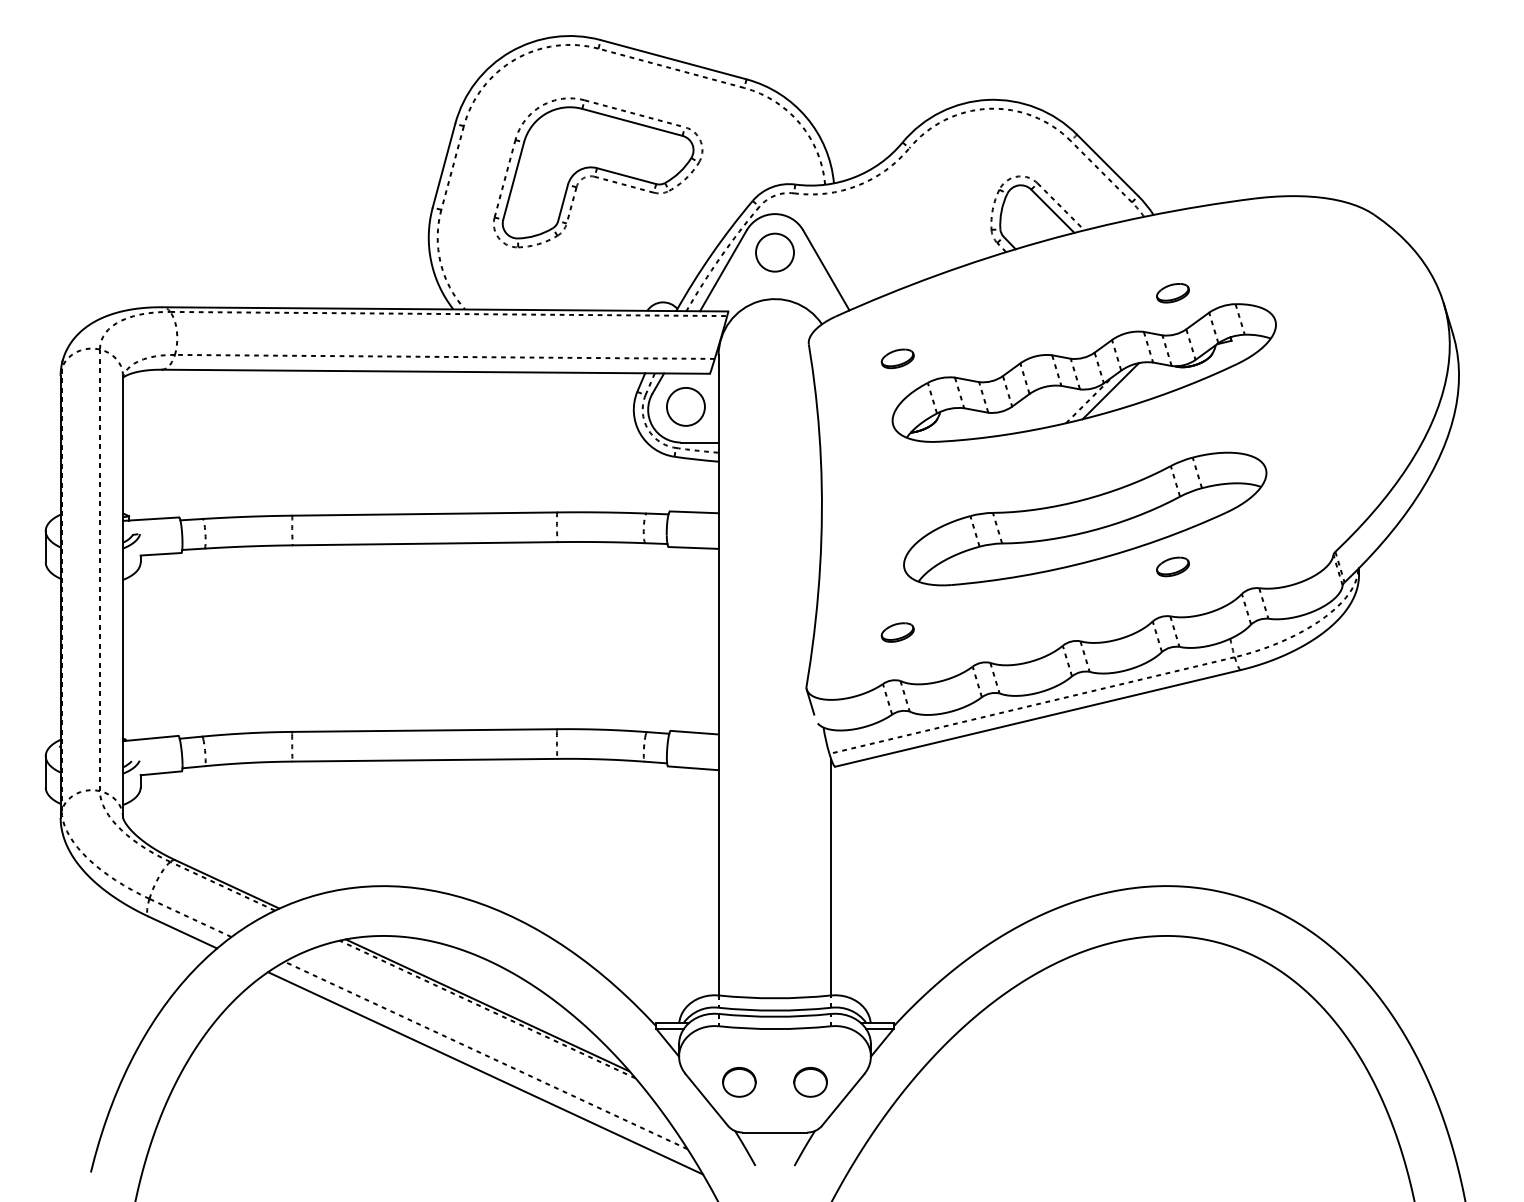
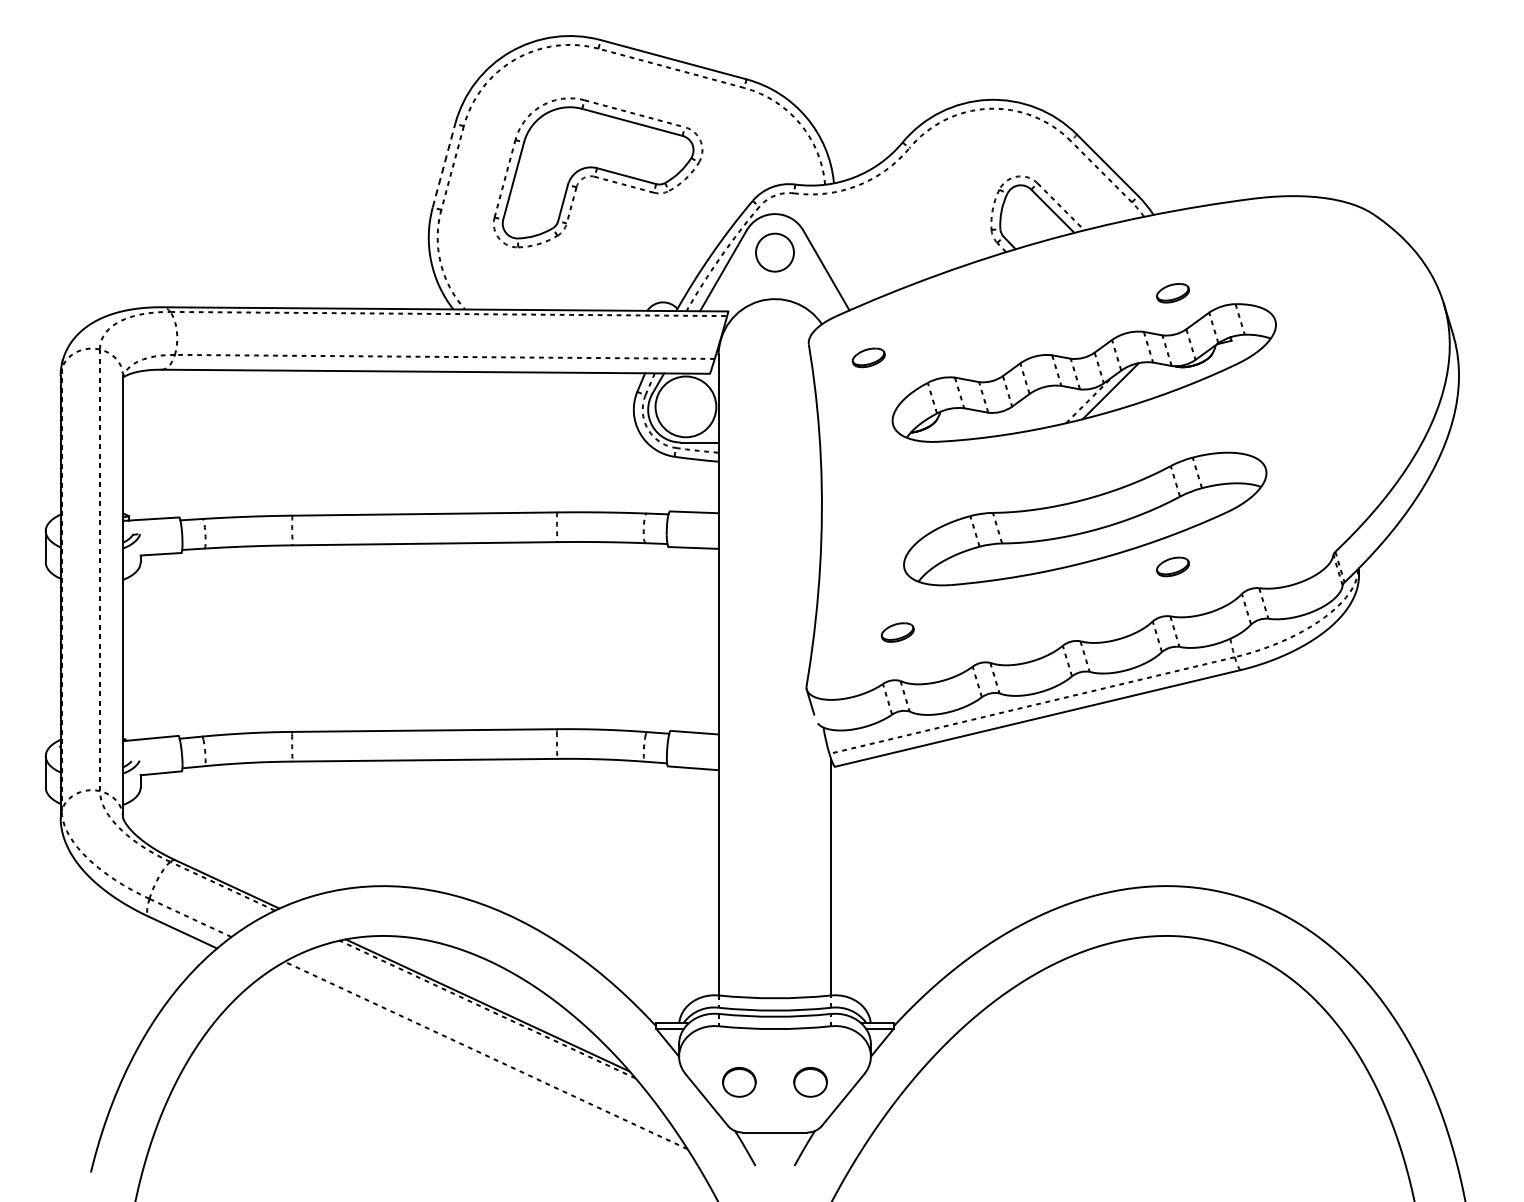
line at (444, 165): solid -> dashed
part at (897, 358) position: (897, 358) -> (868, 357)
circle at (685, 406) diameter: 38 px -> 61 px
line at (485, 1073): present -> none
